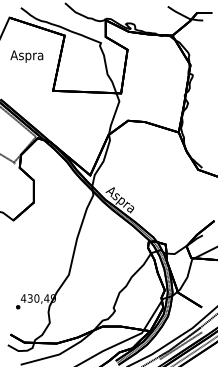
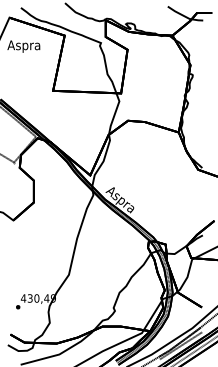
text at (26, 56) position: (26, 56) -> (23, 46)
